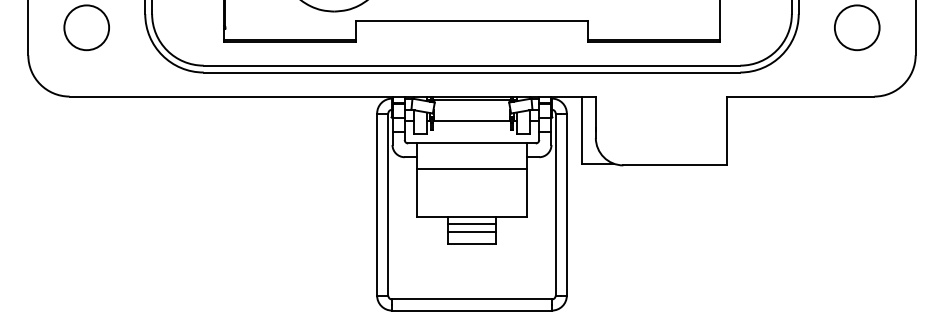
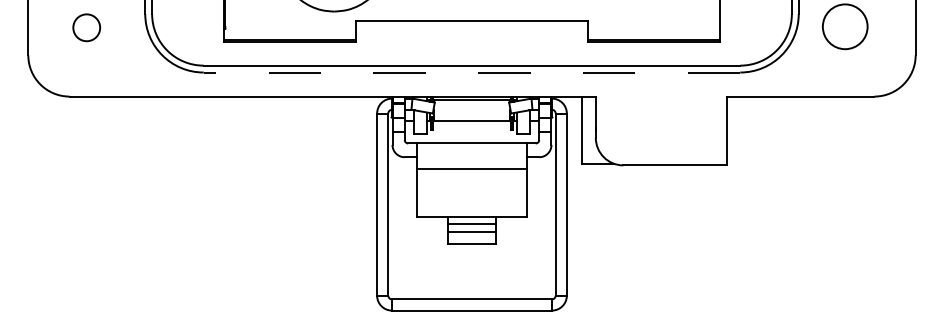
circle at (86, 27) diameter: 45 px -> 27 px
circle at (857, 27) position: (857, 27) -> (845, 26)
line at (471, 72): solid -> dashed
